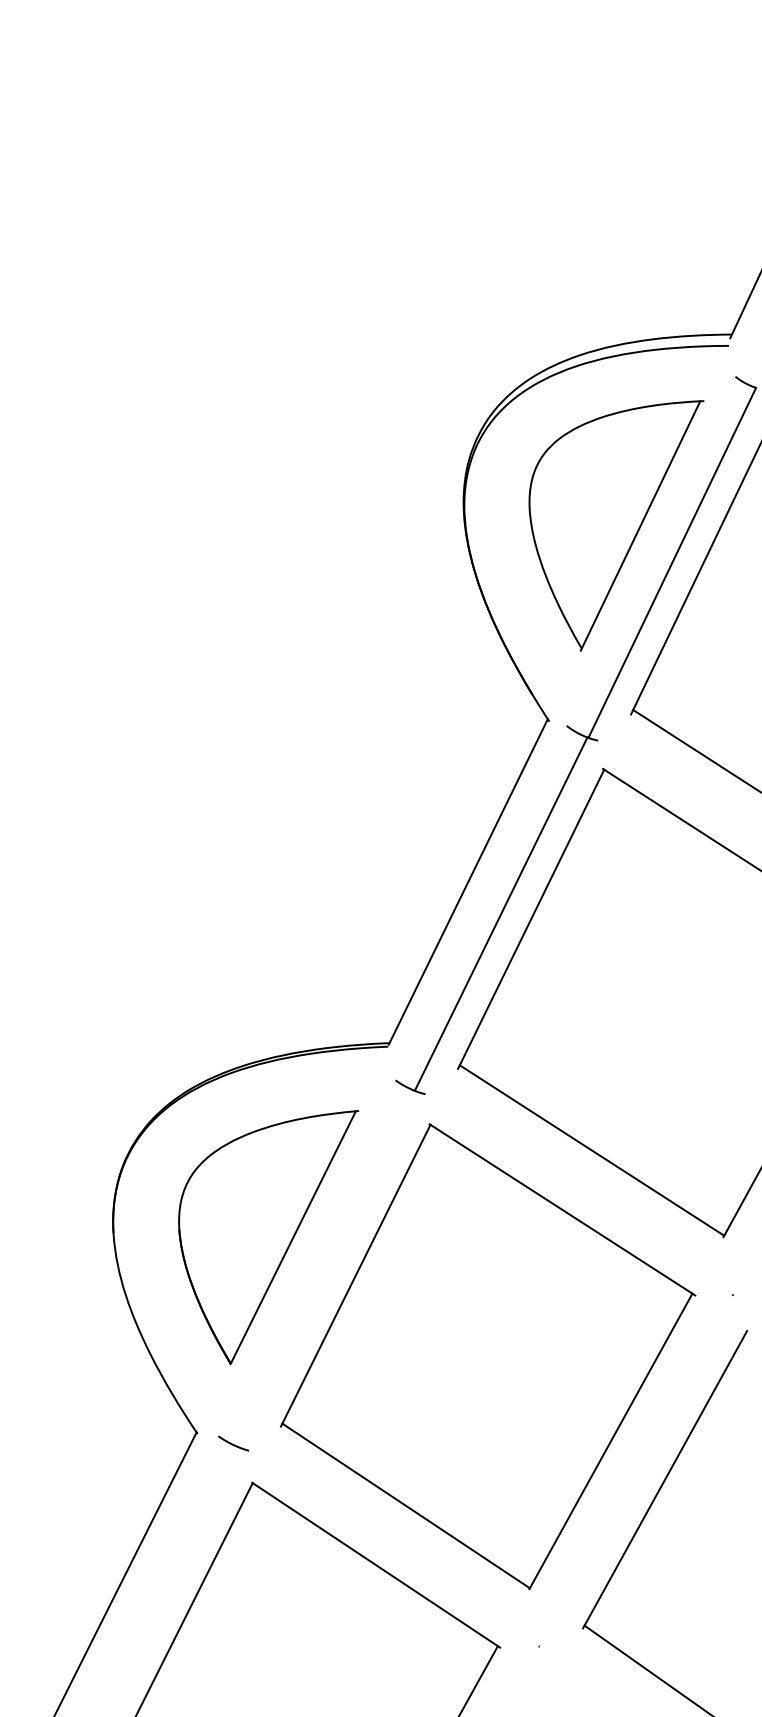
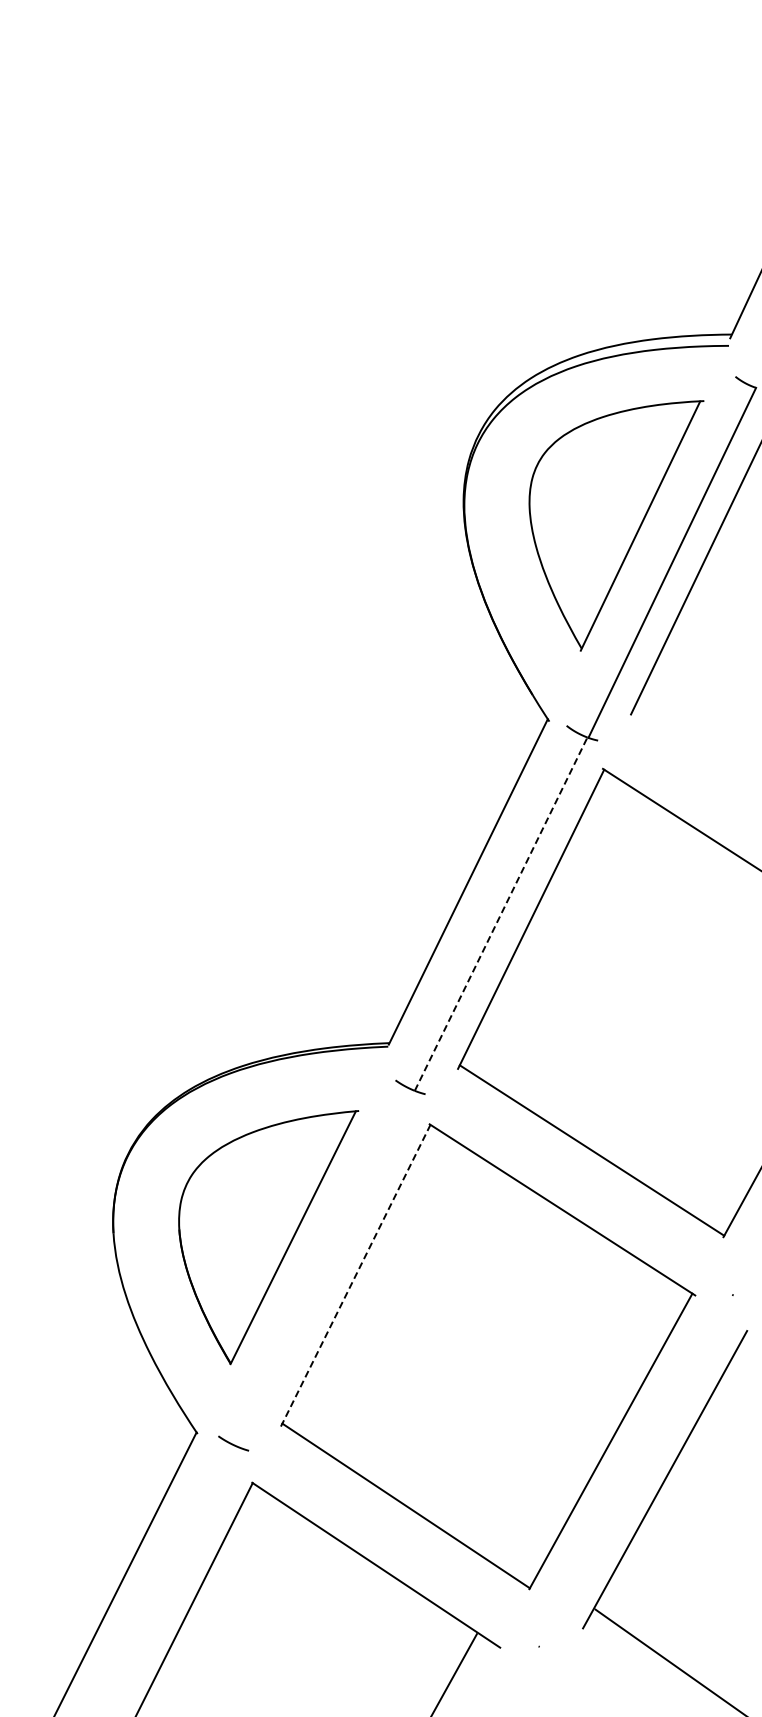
line at (695, 749): present -> none
line at (501, 914): solid -> dashed
line at (355, 1275): solid -> dashed
line at (646, 1669) position: (646, 1669) -> (668, 1661)
line at (478, 1679) position: (478, 1679) -> (454, 1673)
